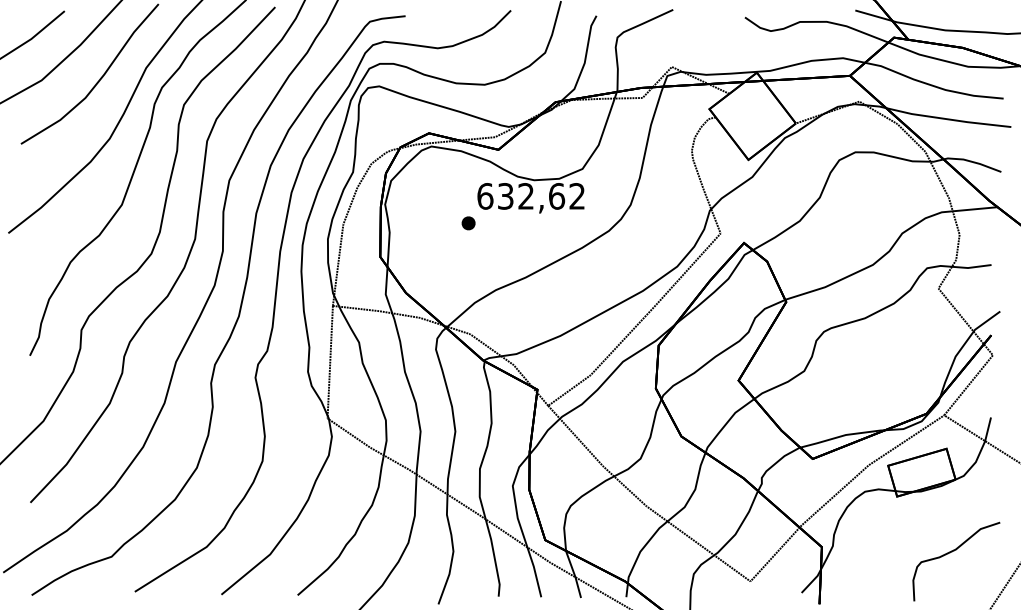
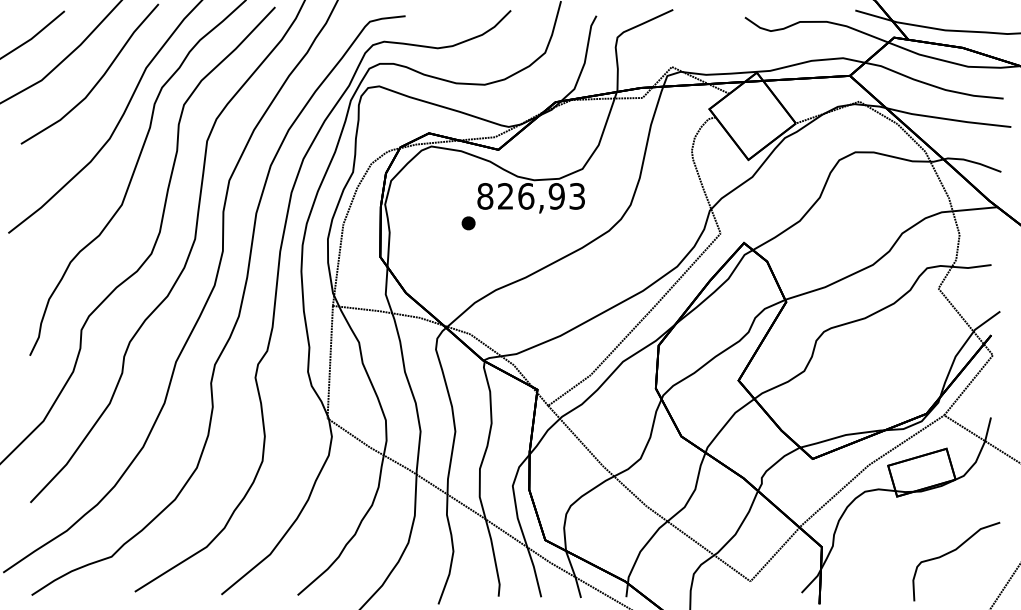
text at (530, 196): 632,62 -> 826,93
